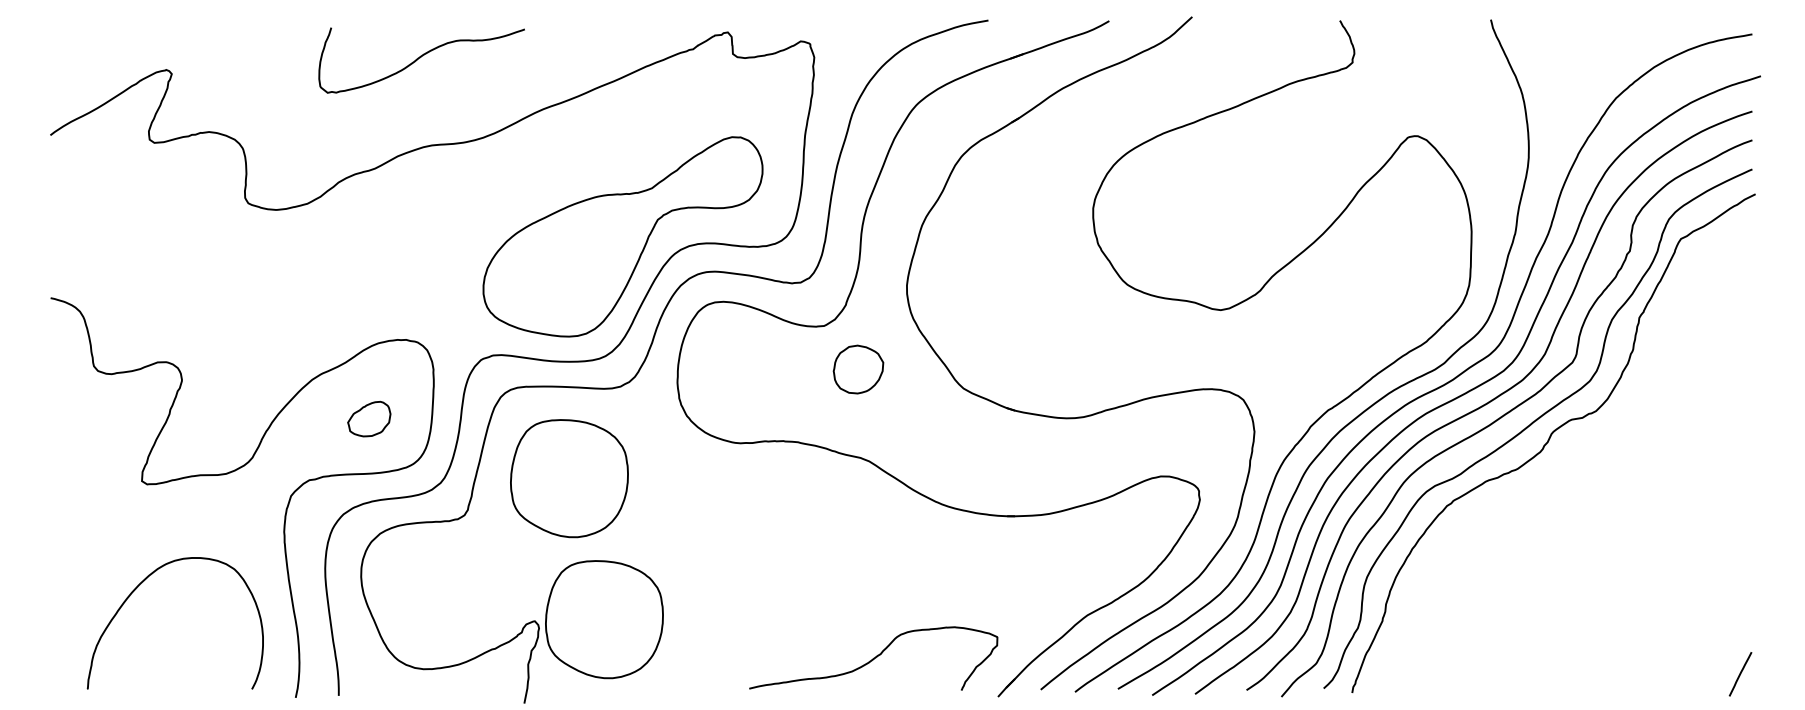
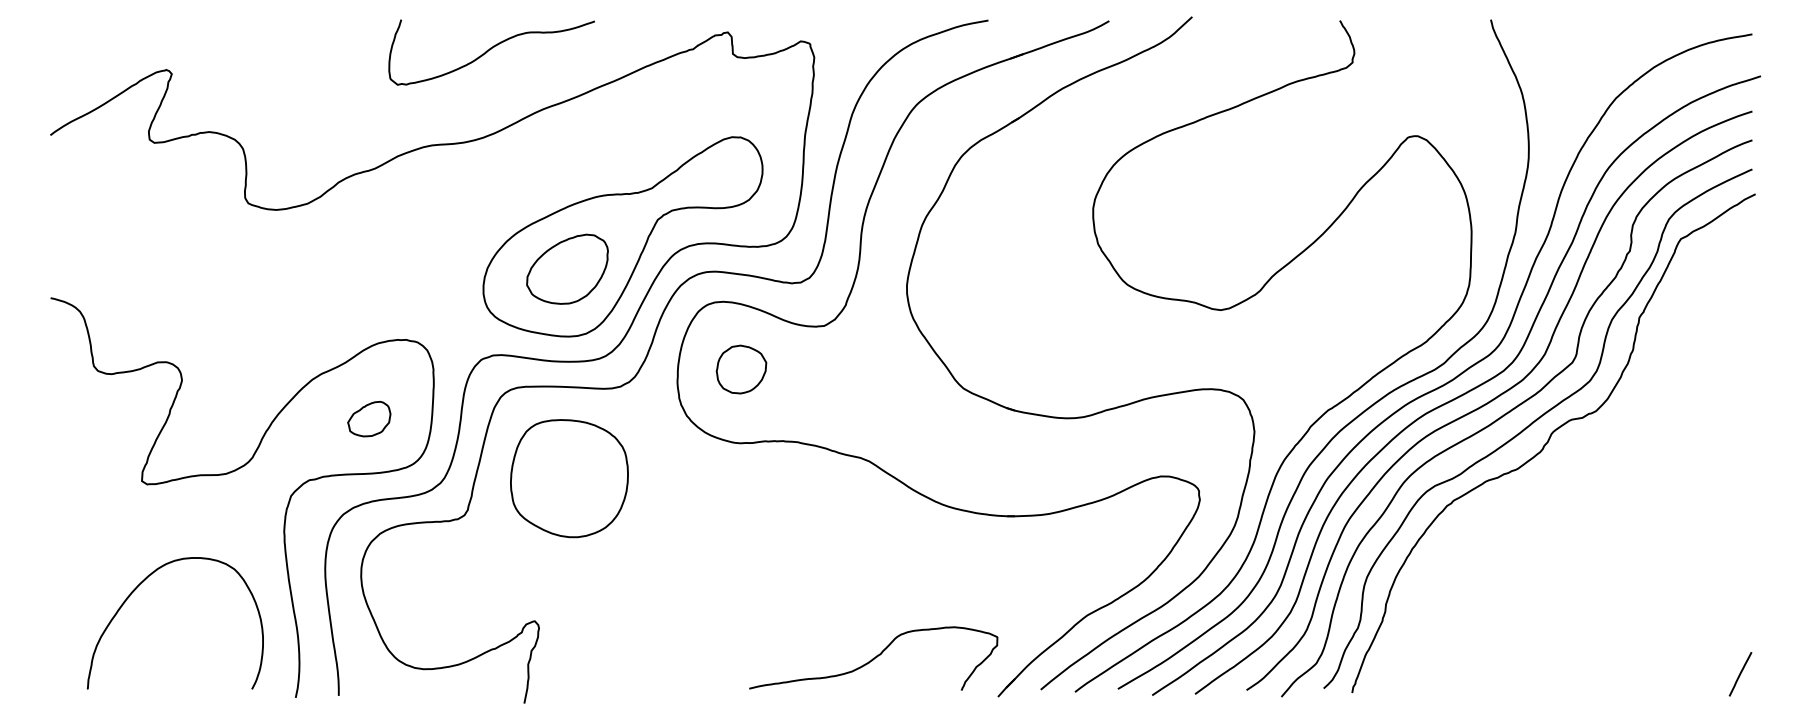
curve at (420, 58) position: (420, 58) -> (490, 50)
part at (567, 268): none -> present
part at (858, 369) position: (858, 369) -> (741, 369)
part at (604, 619): present -> none
